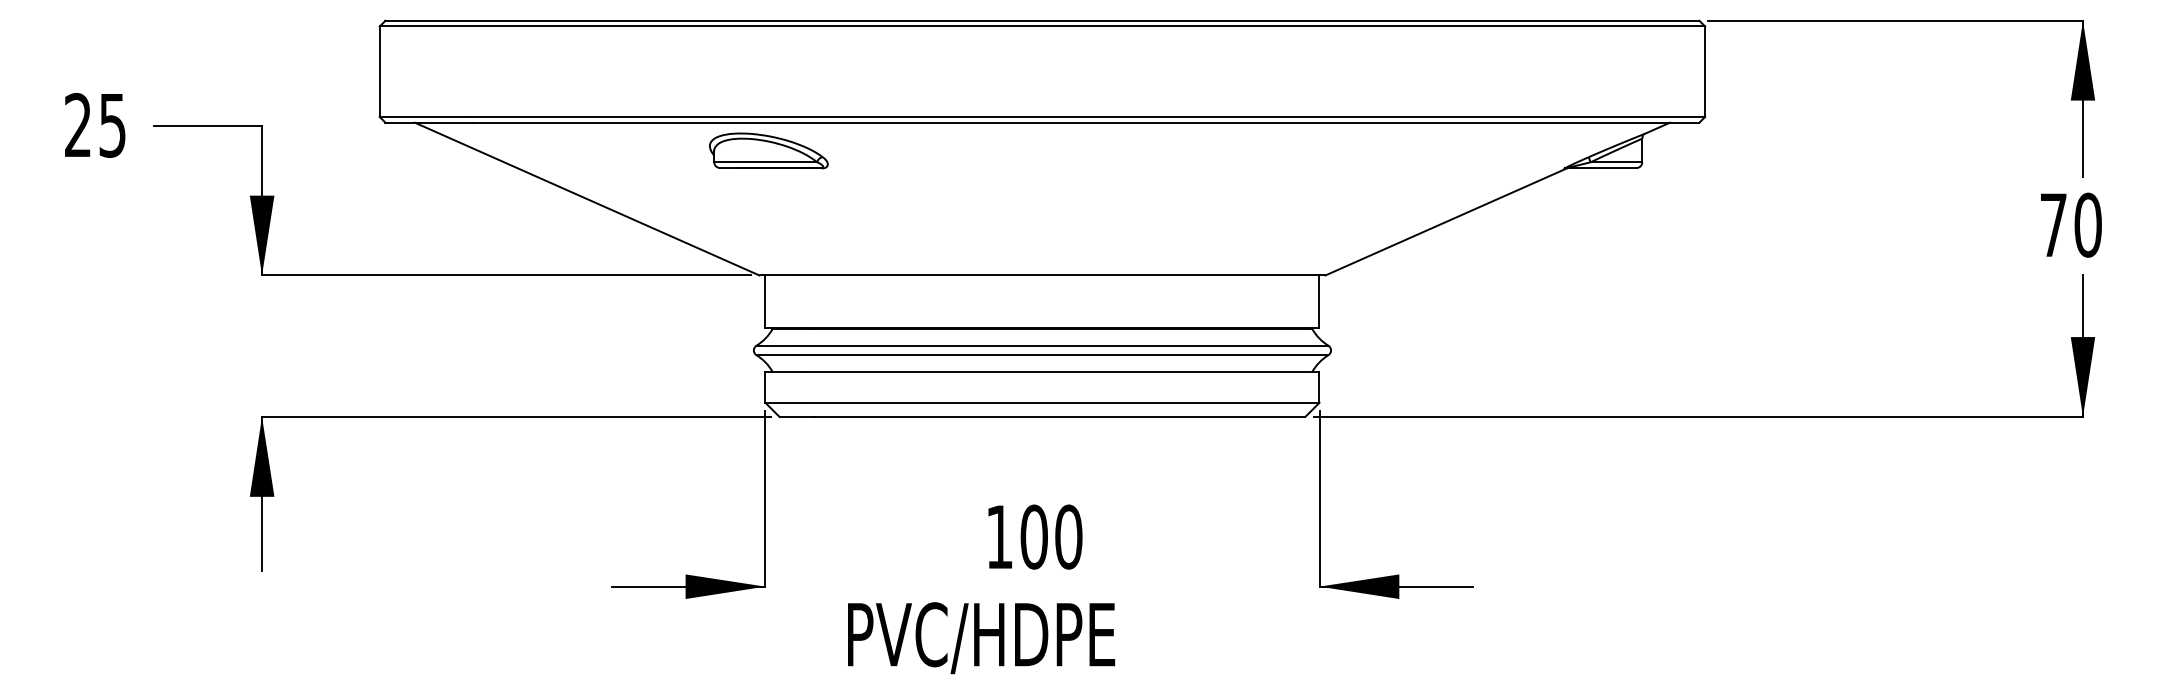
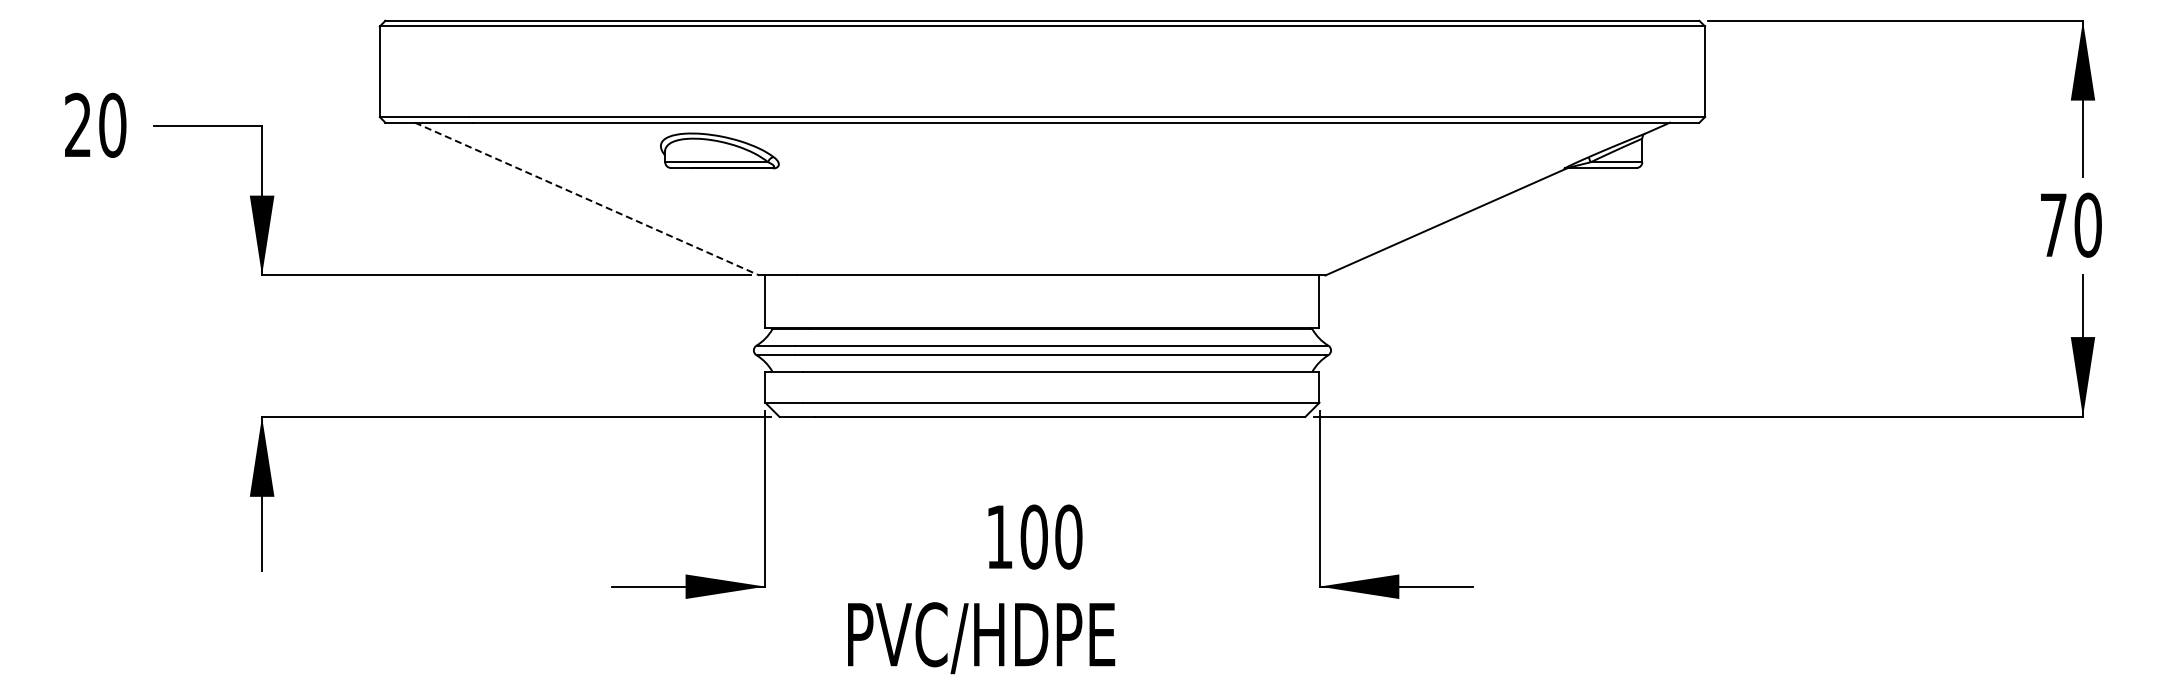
text at (112, 124): 25 -> 20
part at (768, 150) position: (768, 150) -> (719, 150)
line at (587, 199): solid -> dashed
